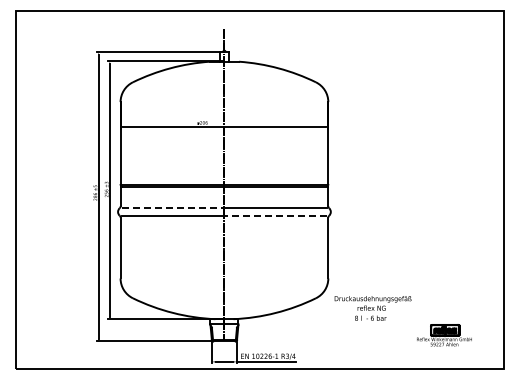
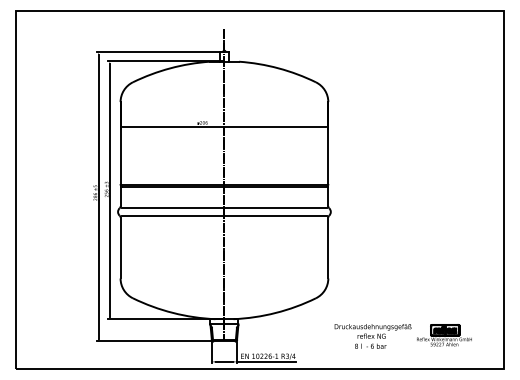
line at (173, 207): dashed -> solid
line at (275, 216): dashed -> solid
text at (372, 308) position: (372, 308) -> (372, 336)
